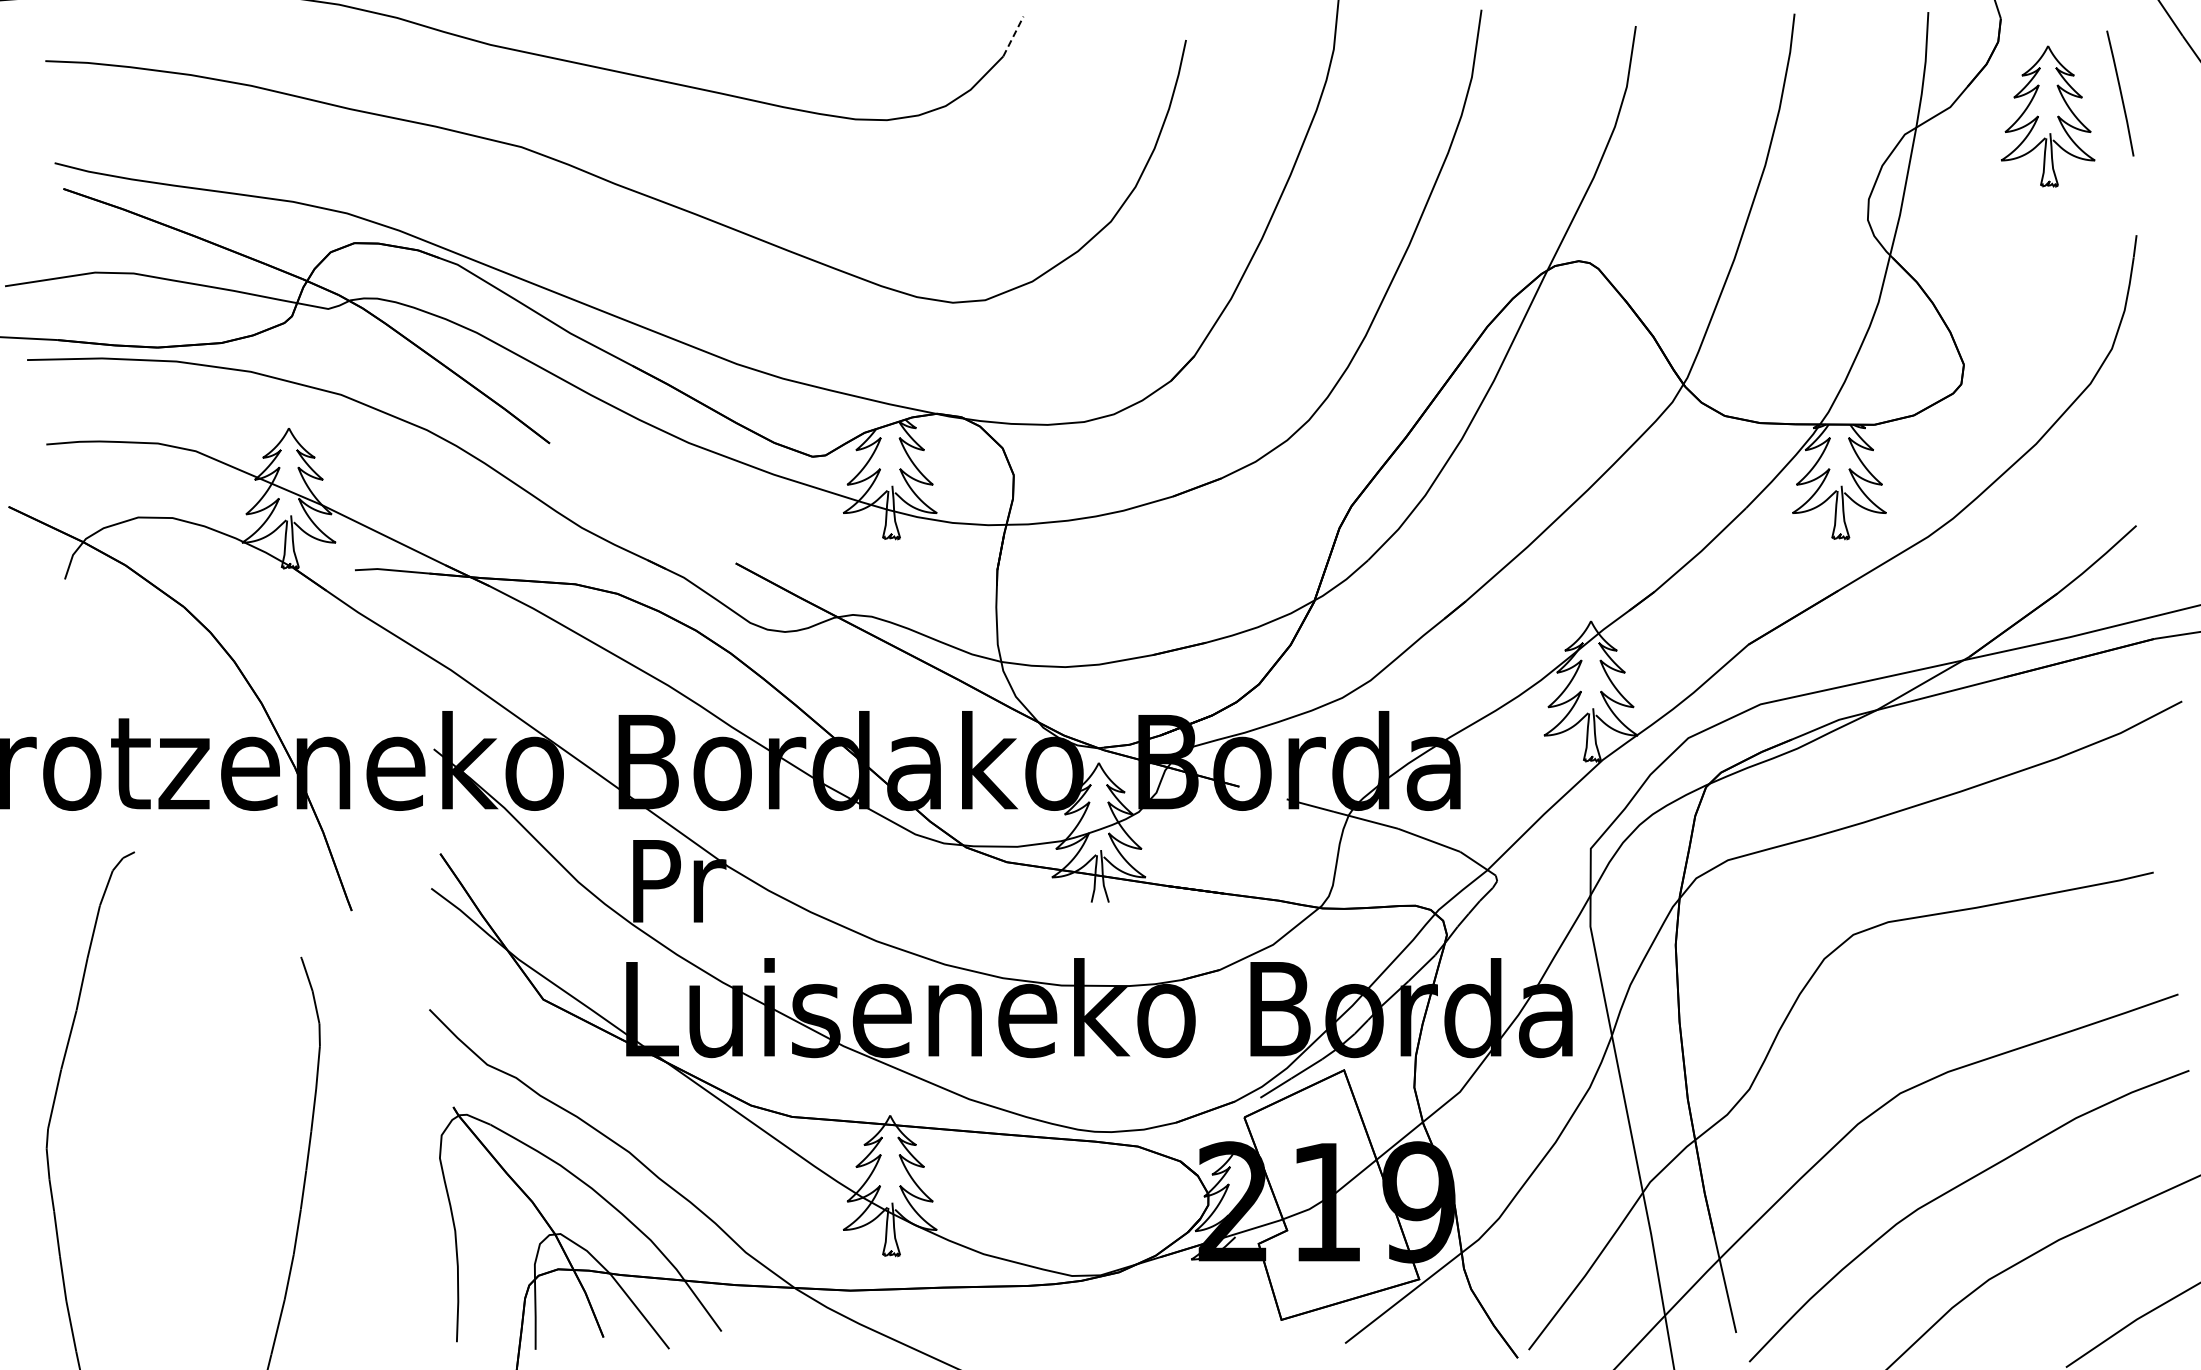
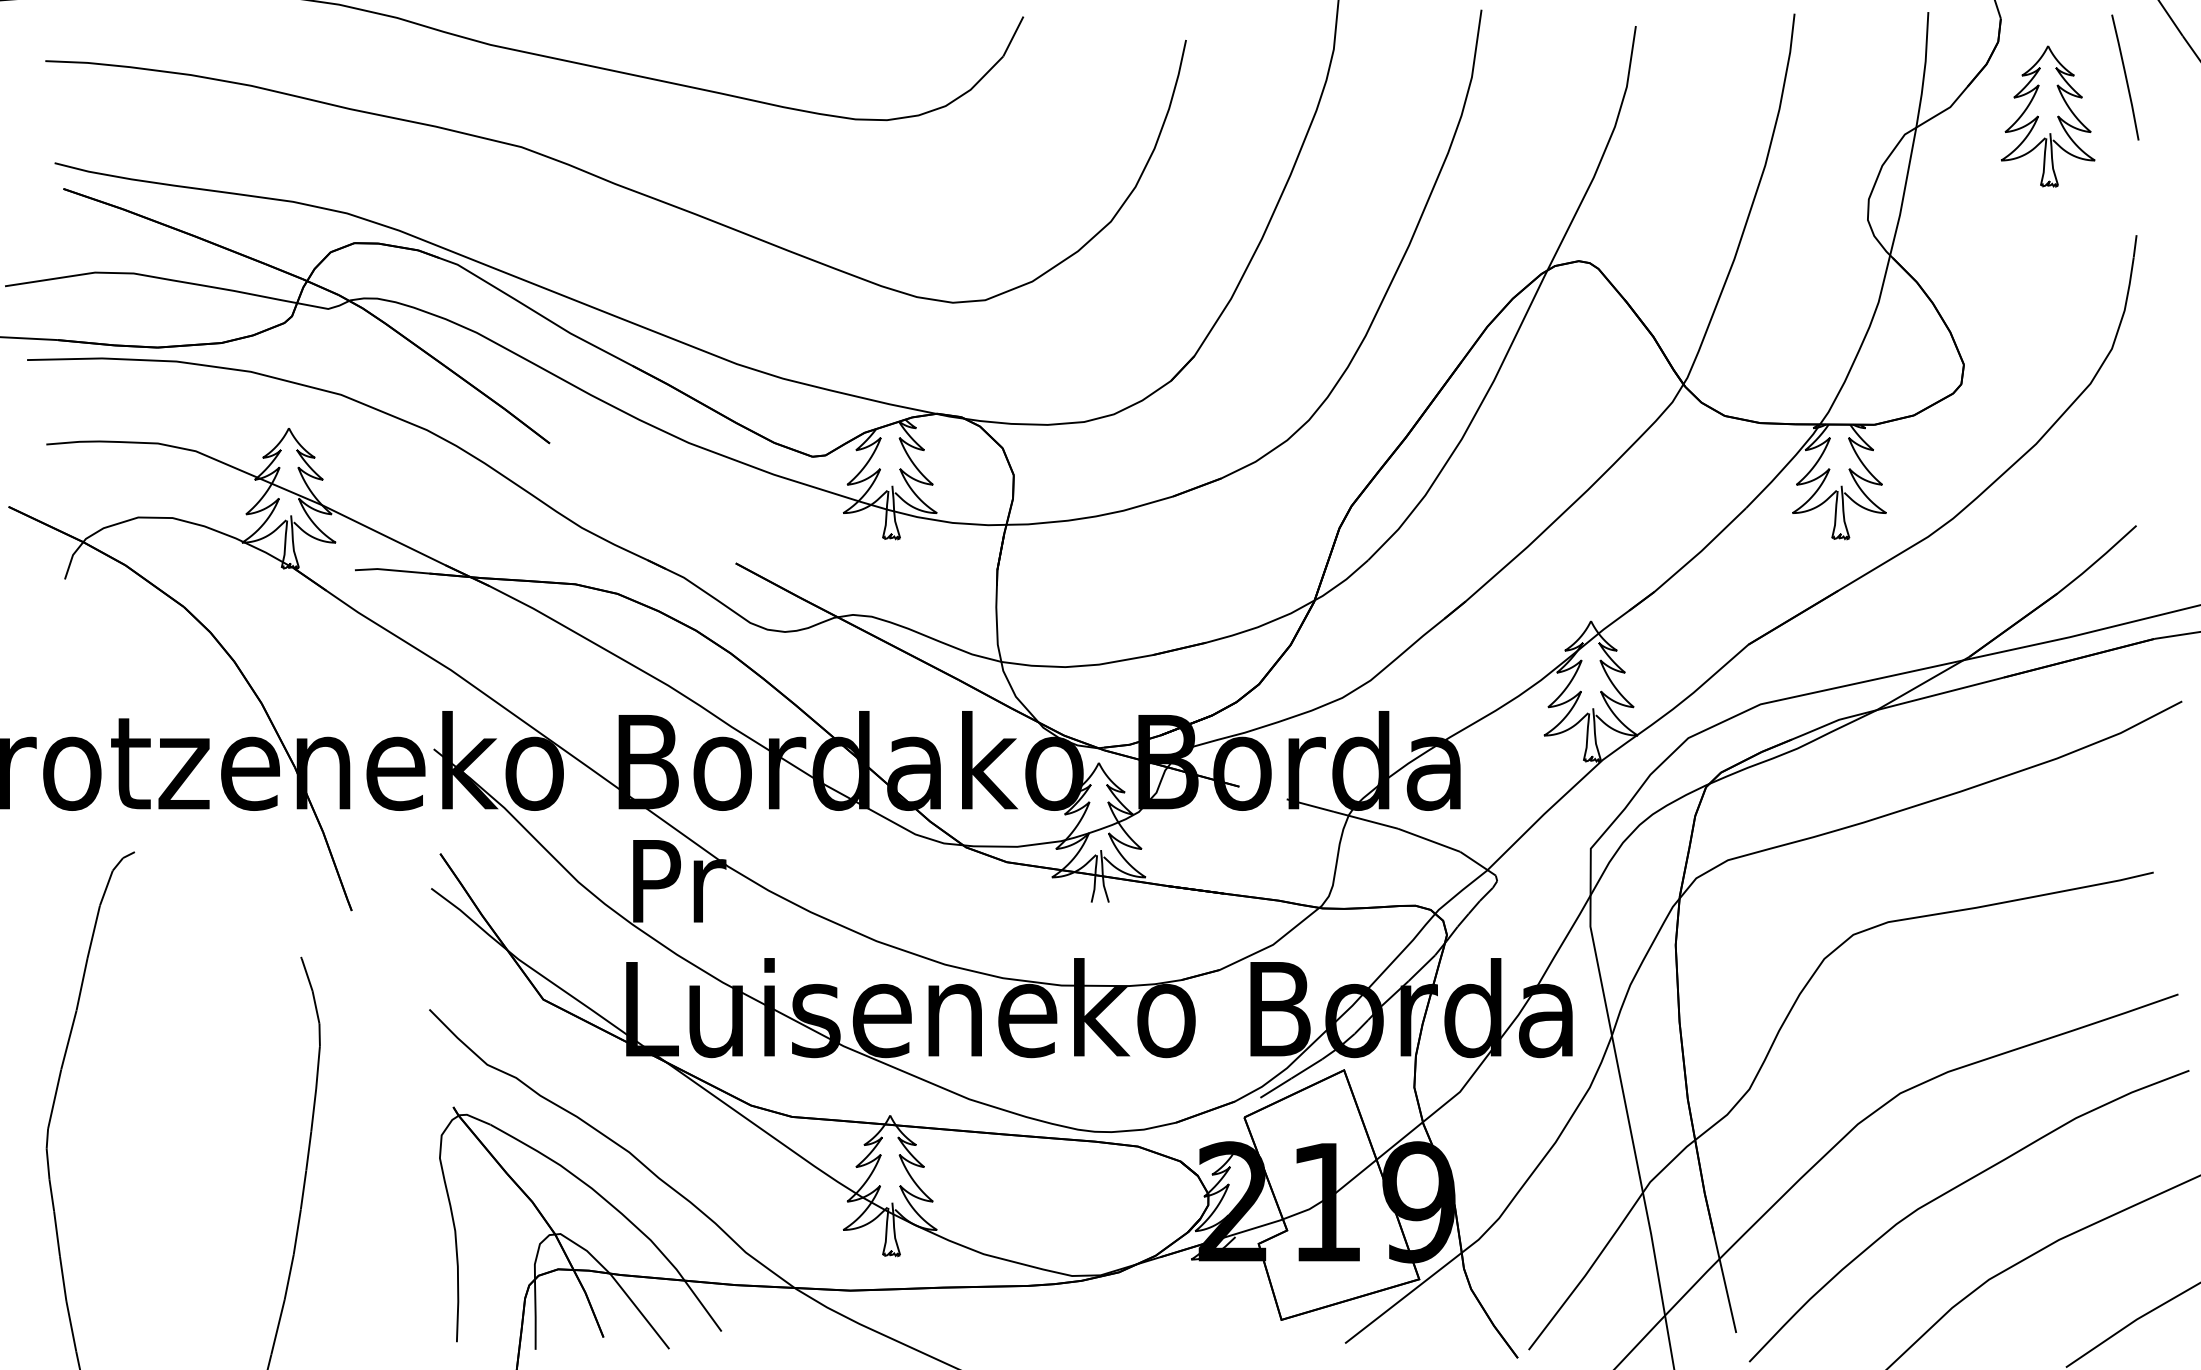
line at (1013, 36): dashed -> solid
line at (2120, 93) position: (2120, 93) -> (2125, 77)
